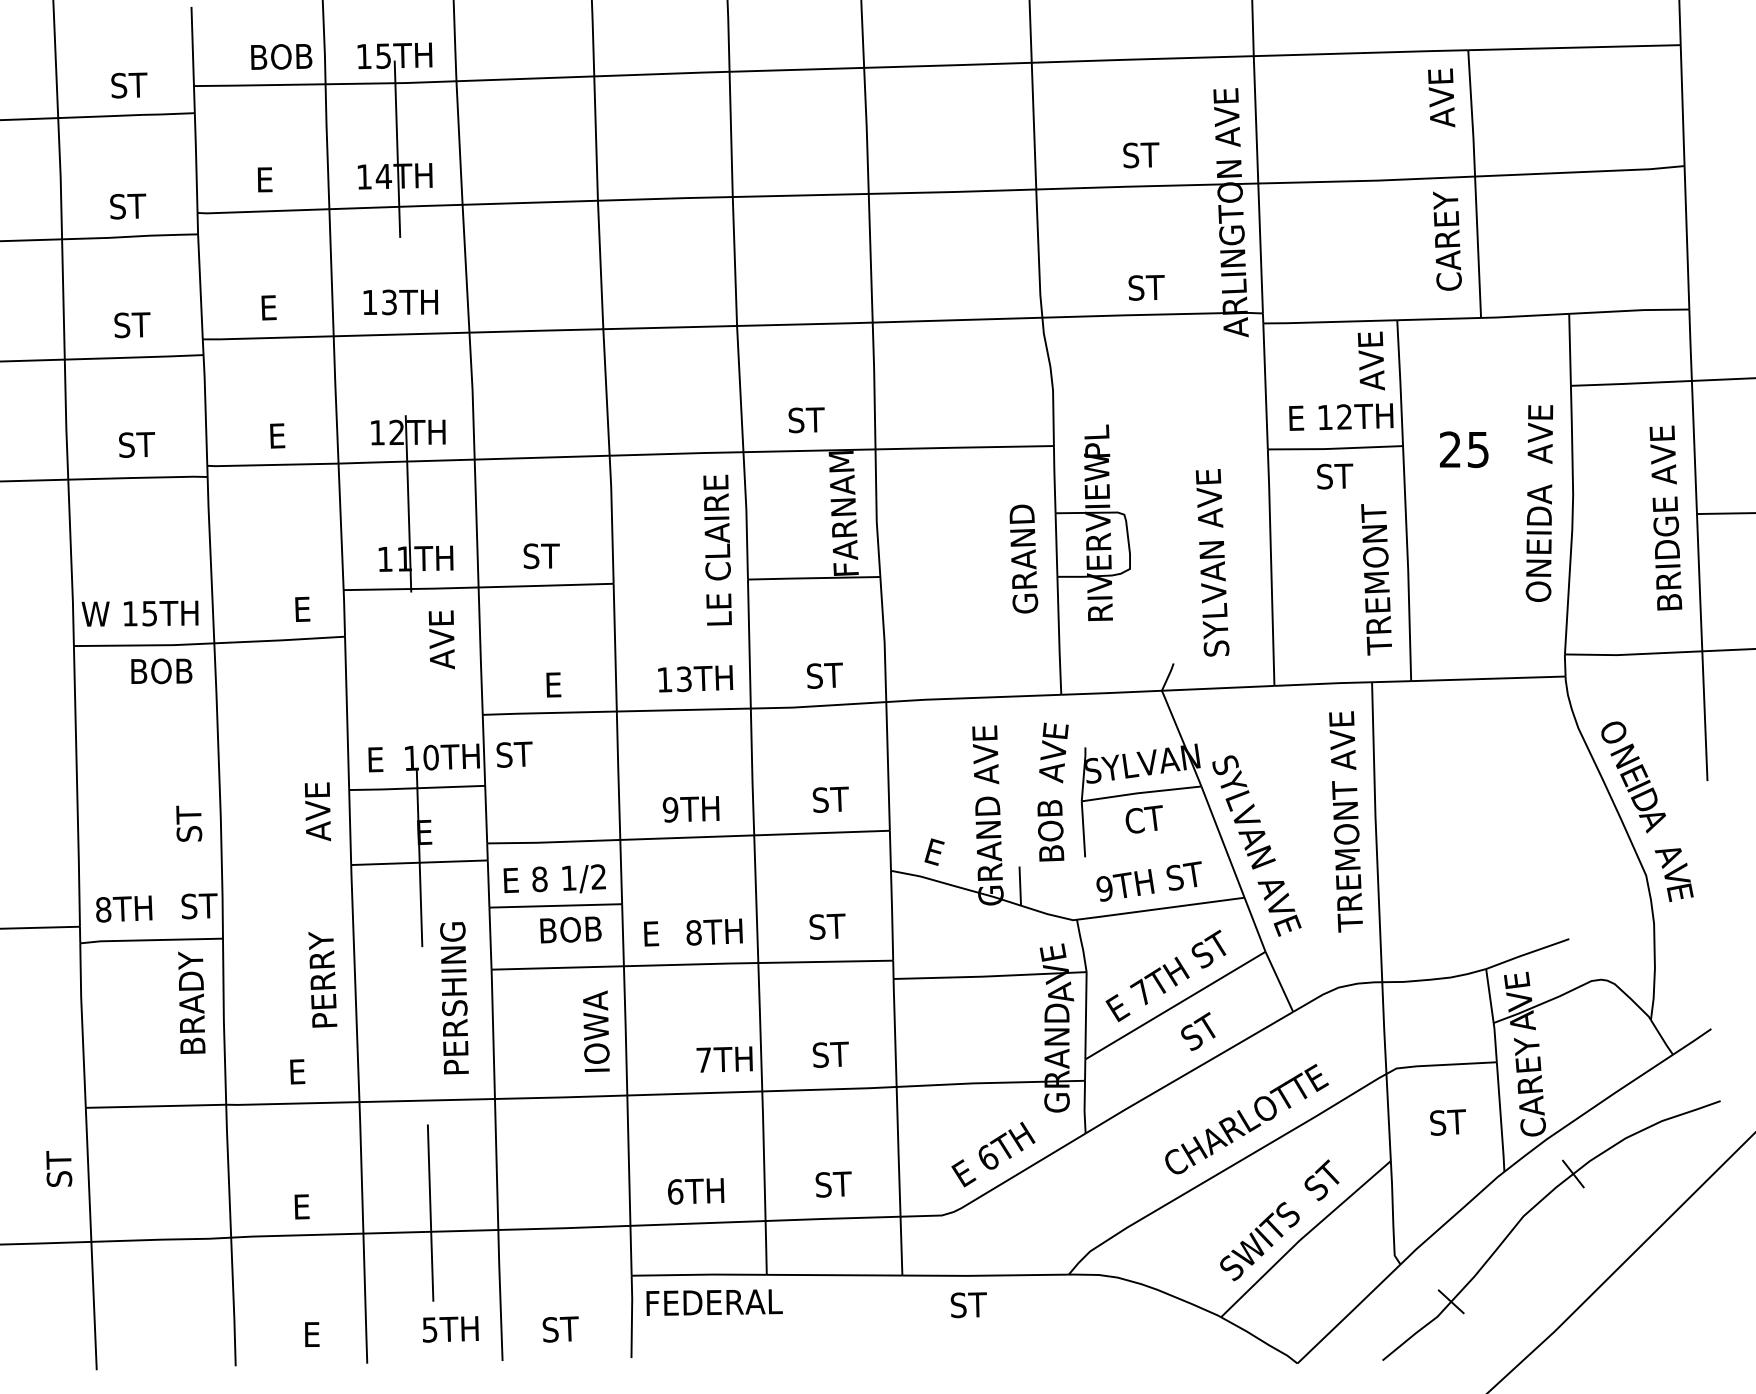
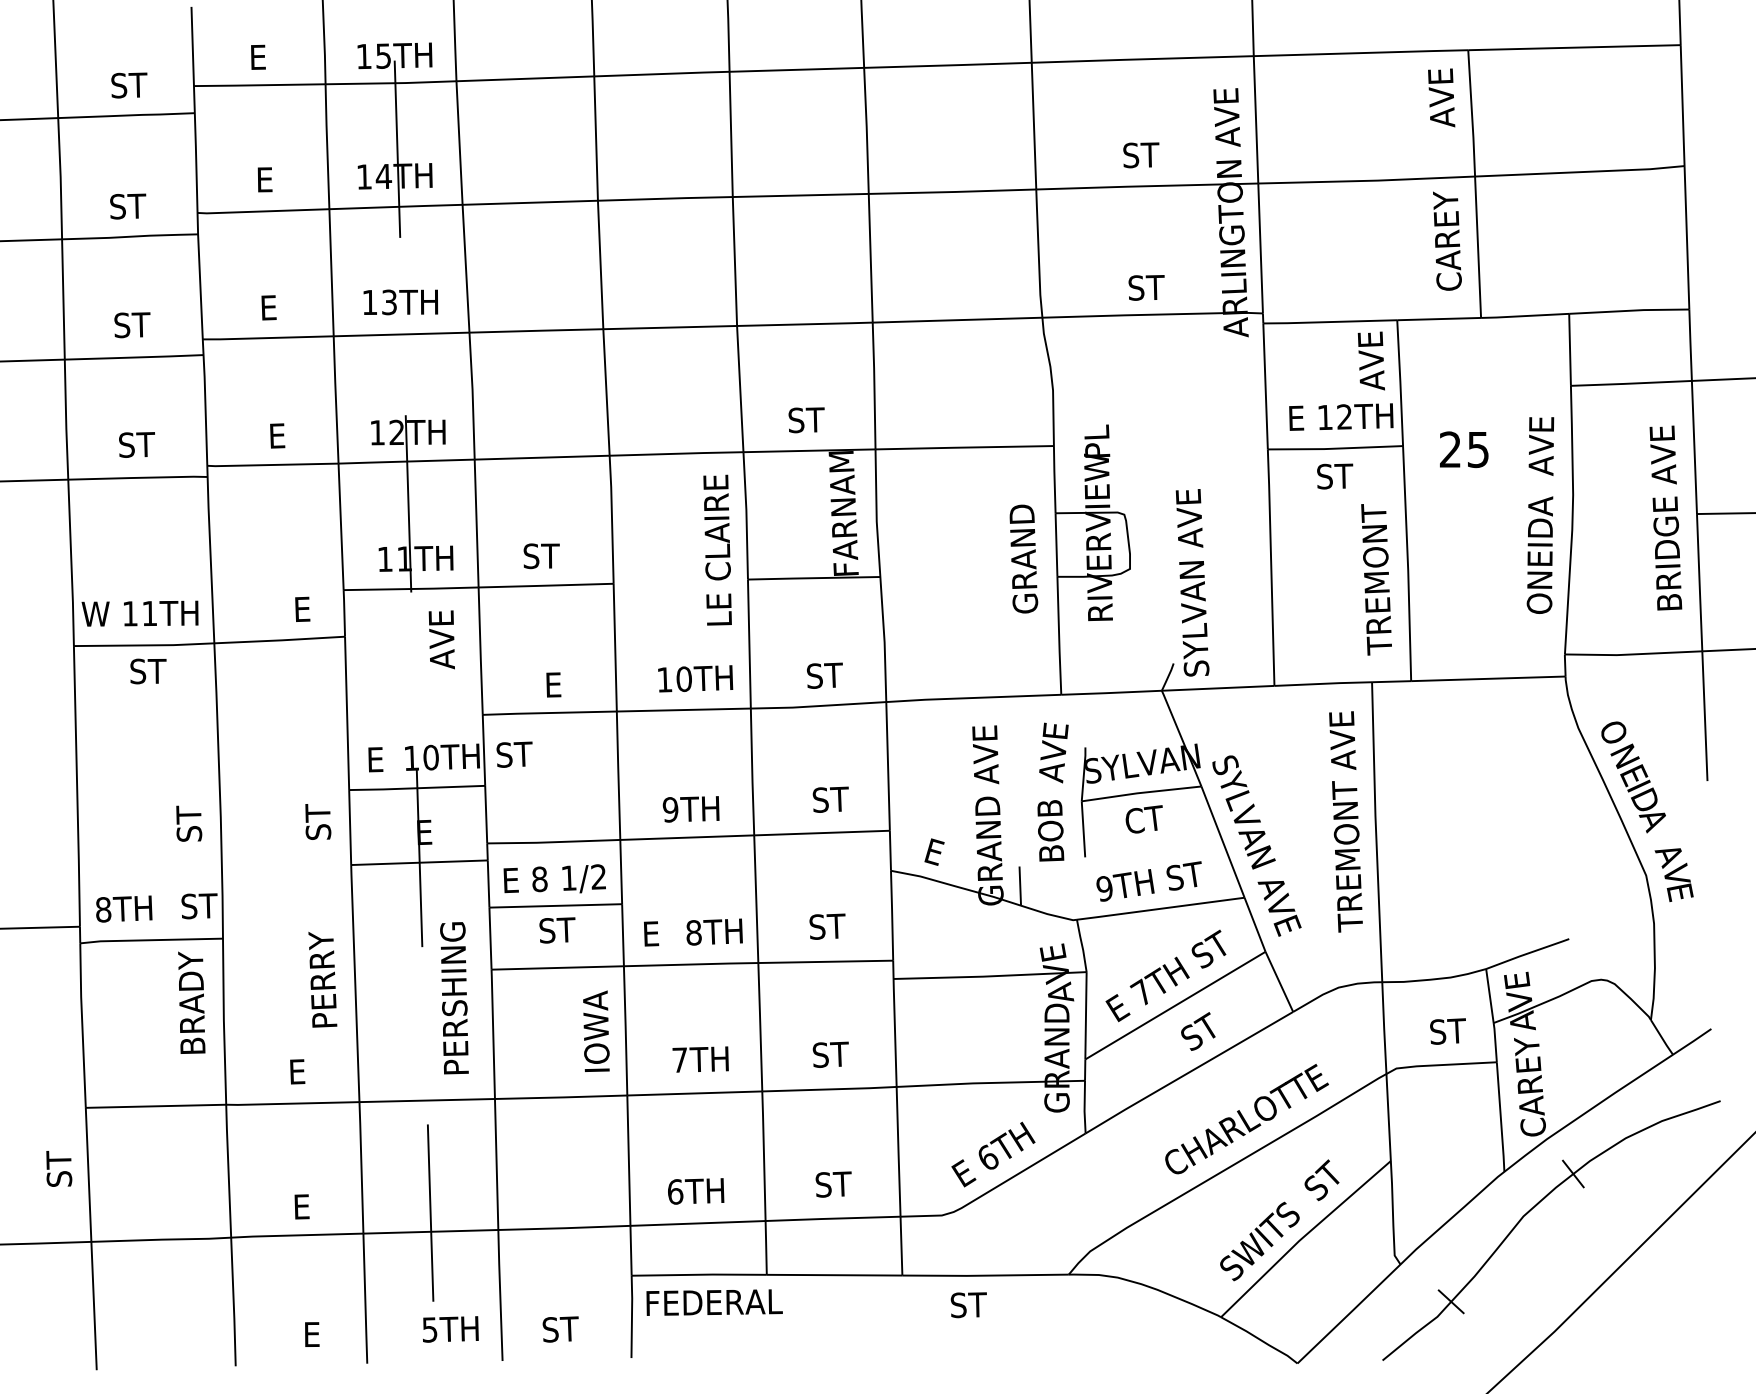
text at (286, 56): BOB -> E
text at (1539, 503) position: (1539, 503) -> (1540, 515)
text at (1212, 562) position: (1212, 562) -> (1192, 582)
text at (149, 613): 15TH -> 11TH
text at (161, 671): BOB -> ST
text at (683, 679): 13TH -> 10TH
text at (317, 811): AVE -> ST
text at (570, 929): BOB -> ST
text at (724, 1059) position: (724, 1059) -> (700, 1059)
text at (1447, 1122) position: (1447, 1122) -> (1447, 1031)
